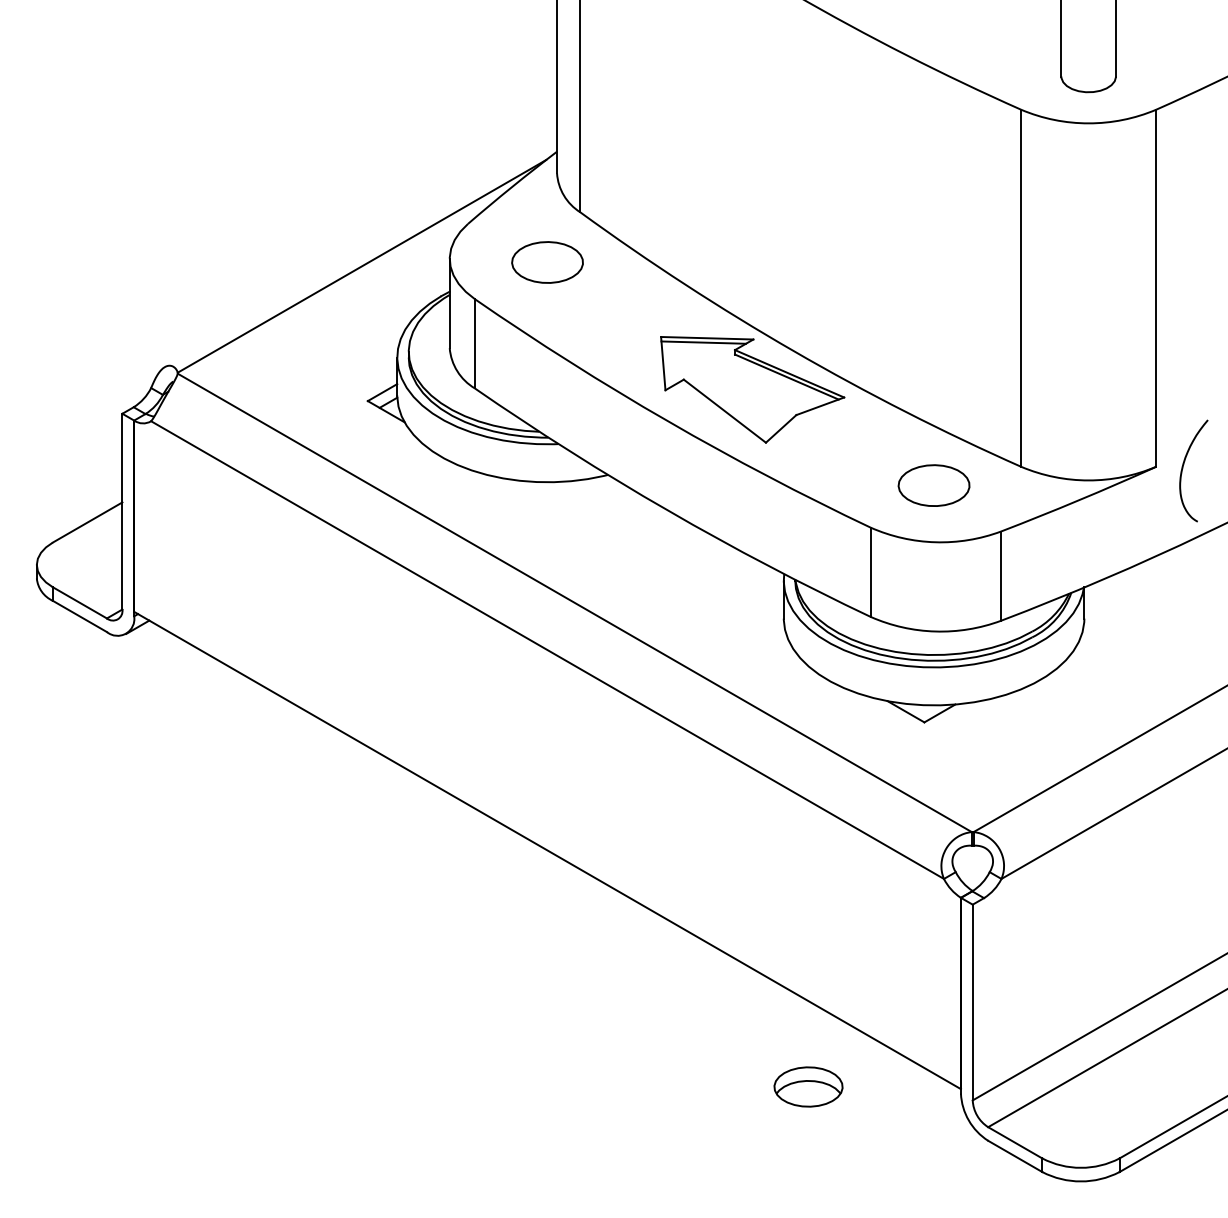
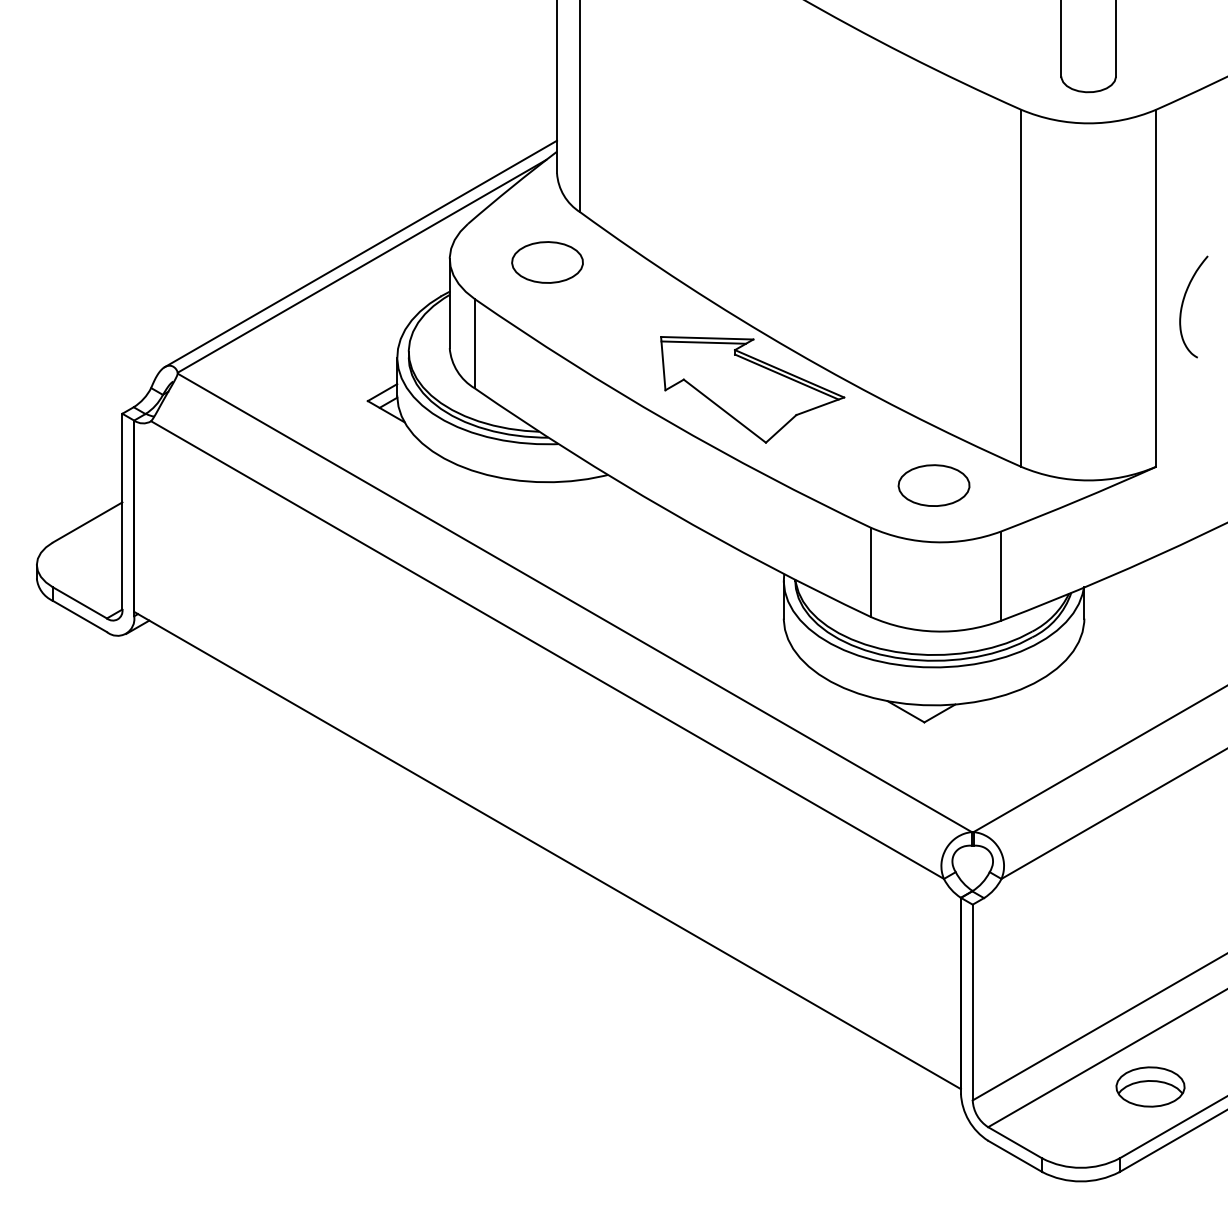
line at (360, 253): none -> present
curve at (1183, 468) position: (1183, 468) -> (1183, 304)
part at (808, 1086) position: (808, 1086) -> (1150, 1086)
